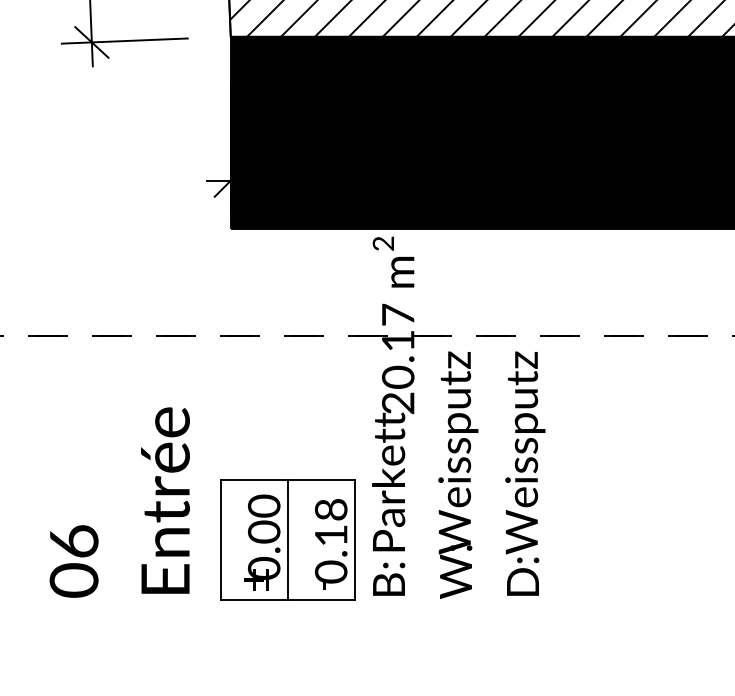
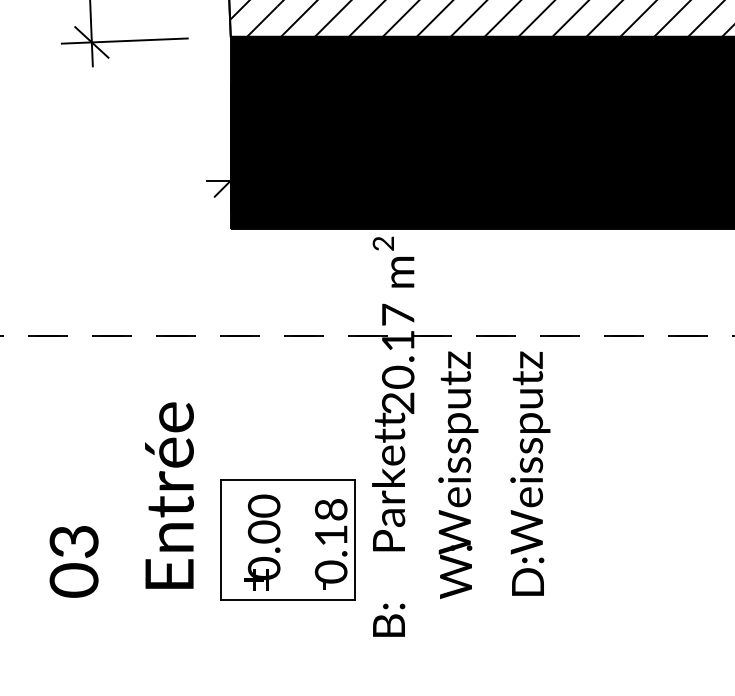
text at (525, 473) position: (525, 473) -> (530, 473)
text at (165, 500) position: (165, 500) -> (169, 495)
line at (288, 539): present -> none
text at (73, 541): 06 -> 03
text at (389, 578) position: (389, 578) -> (389, 619)
